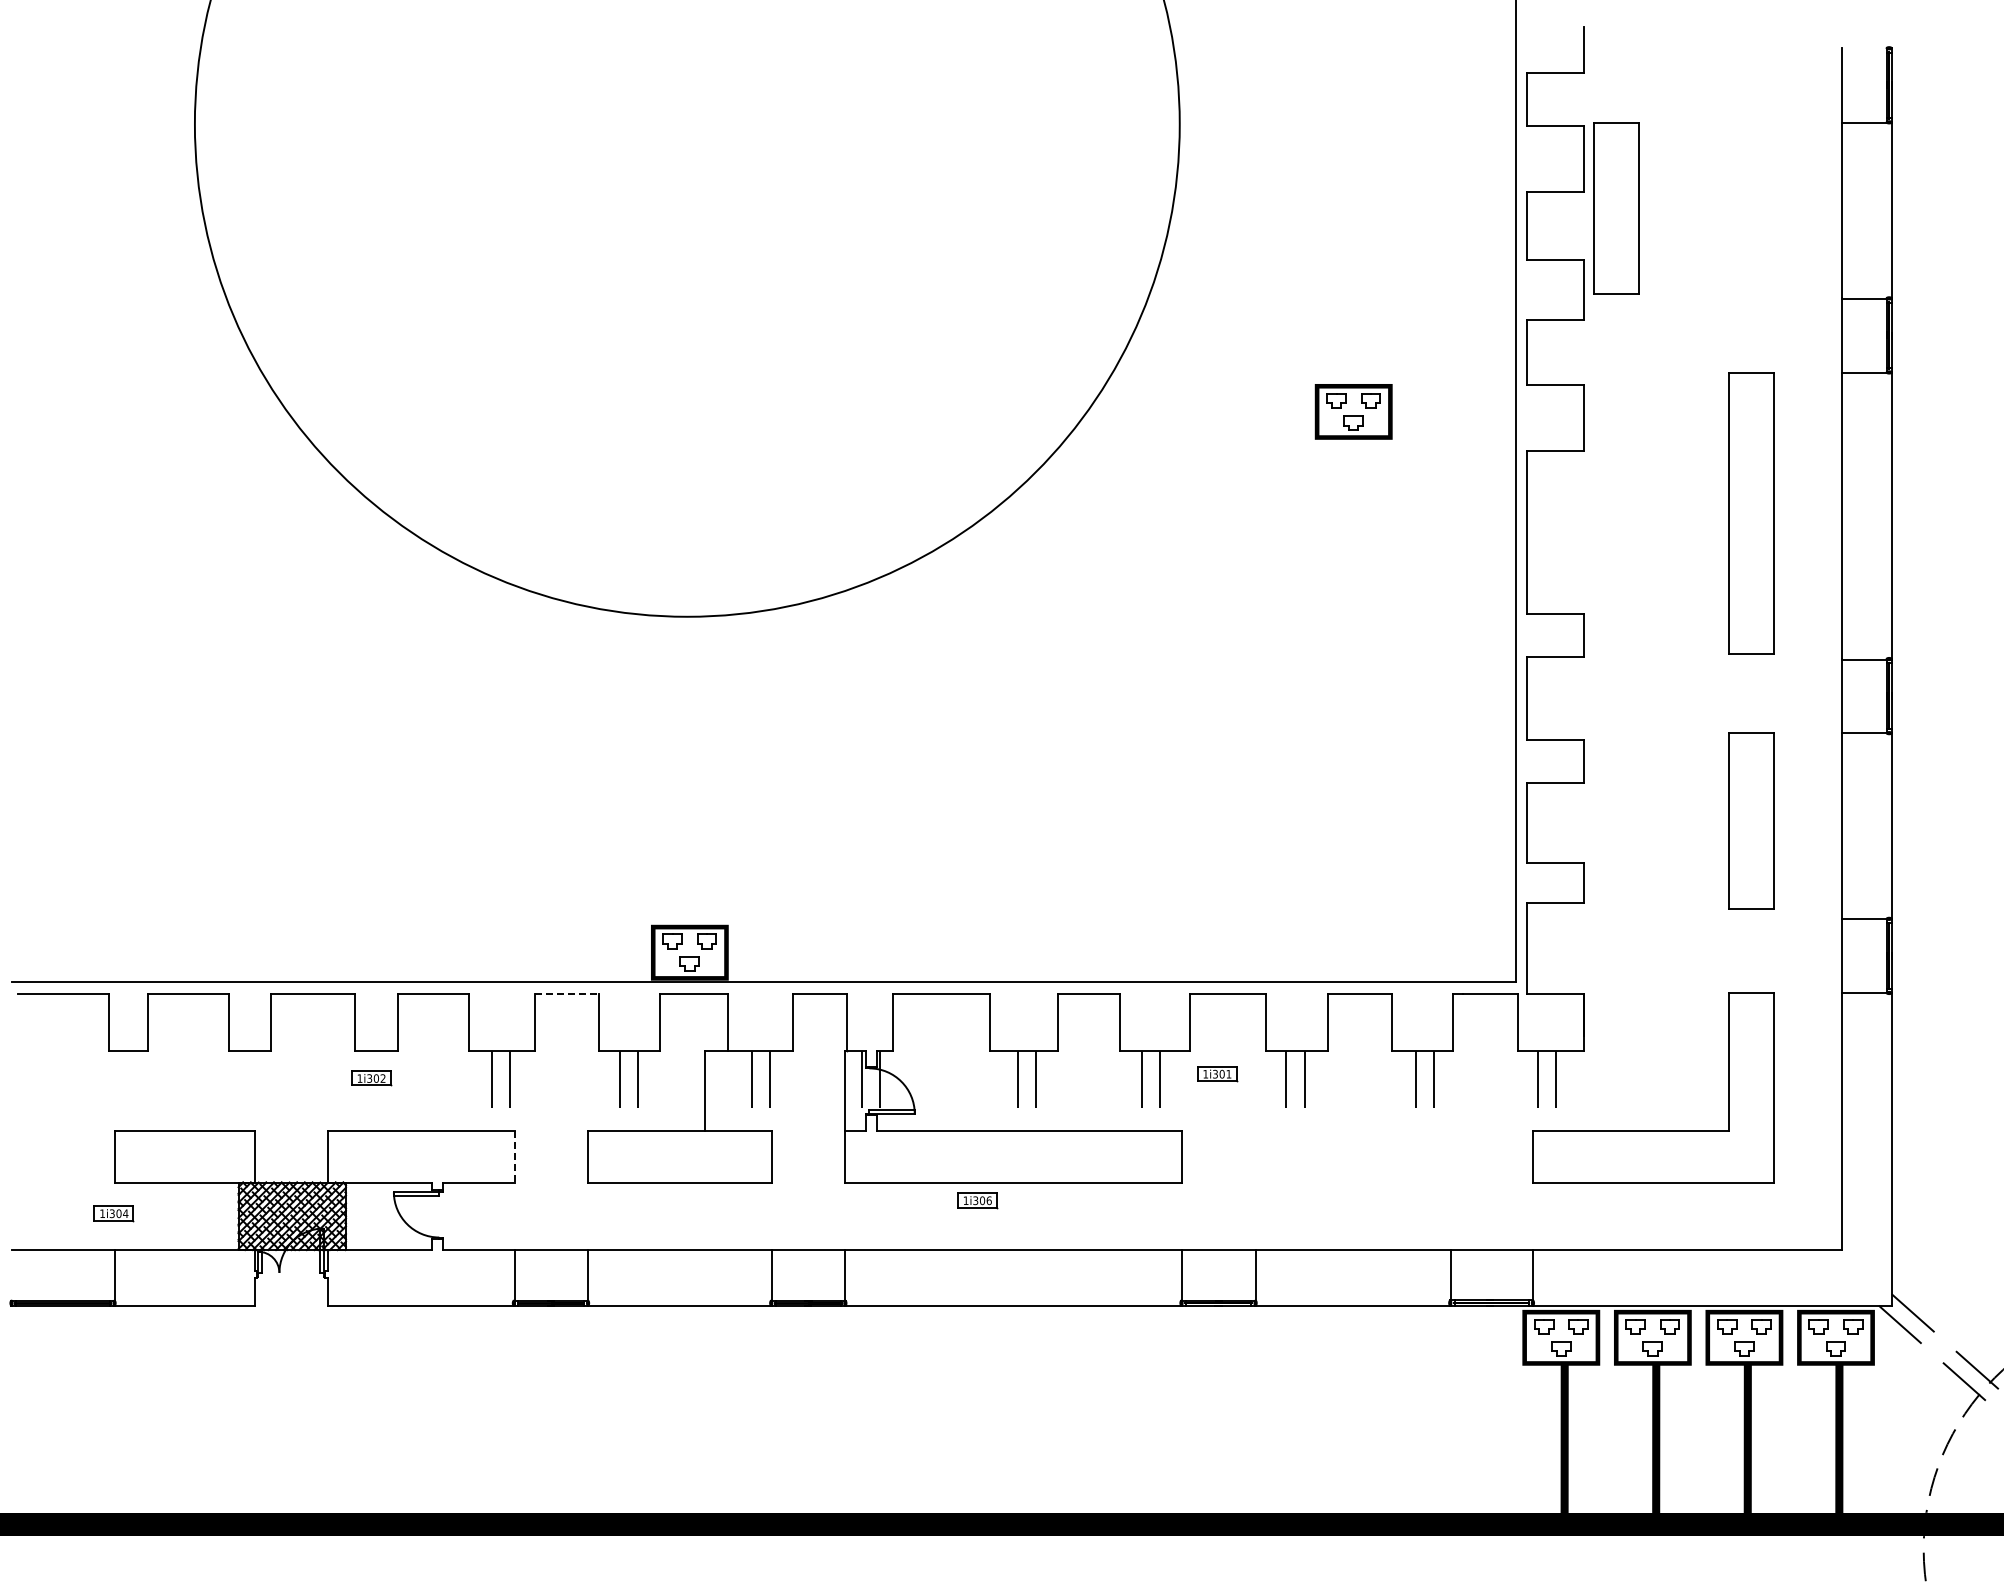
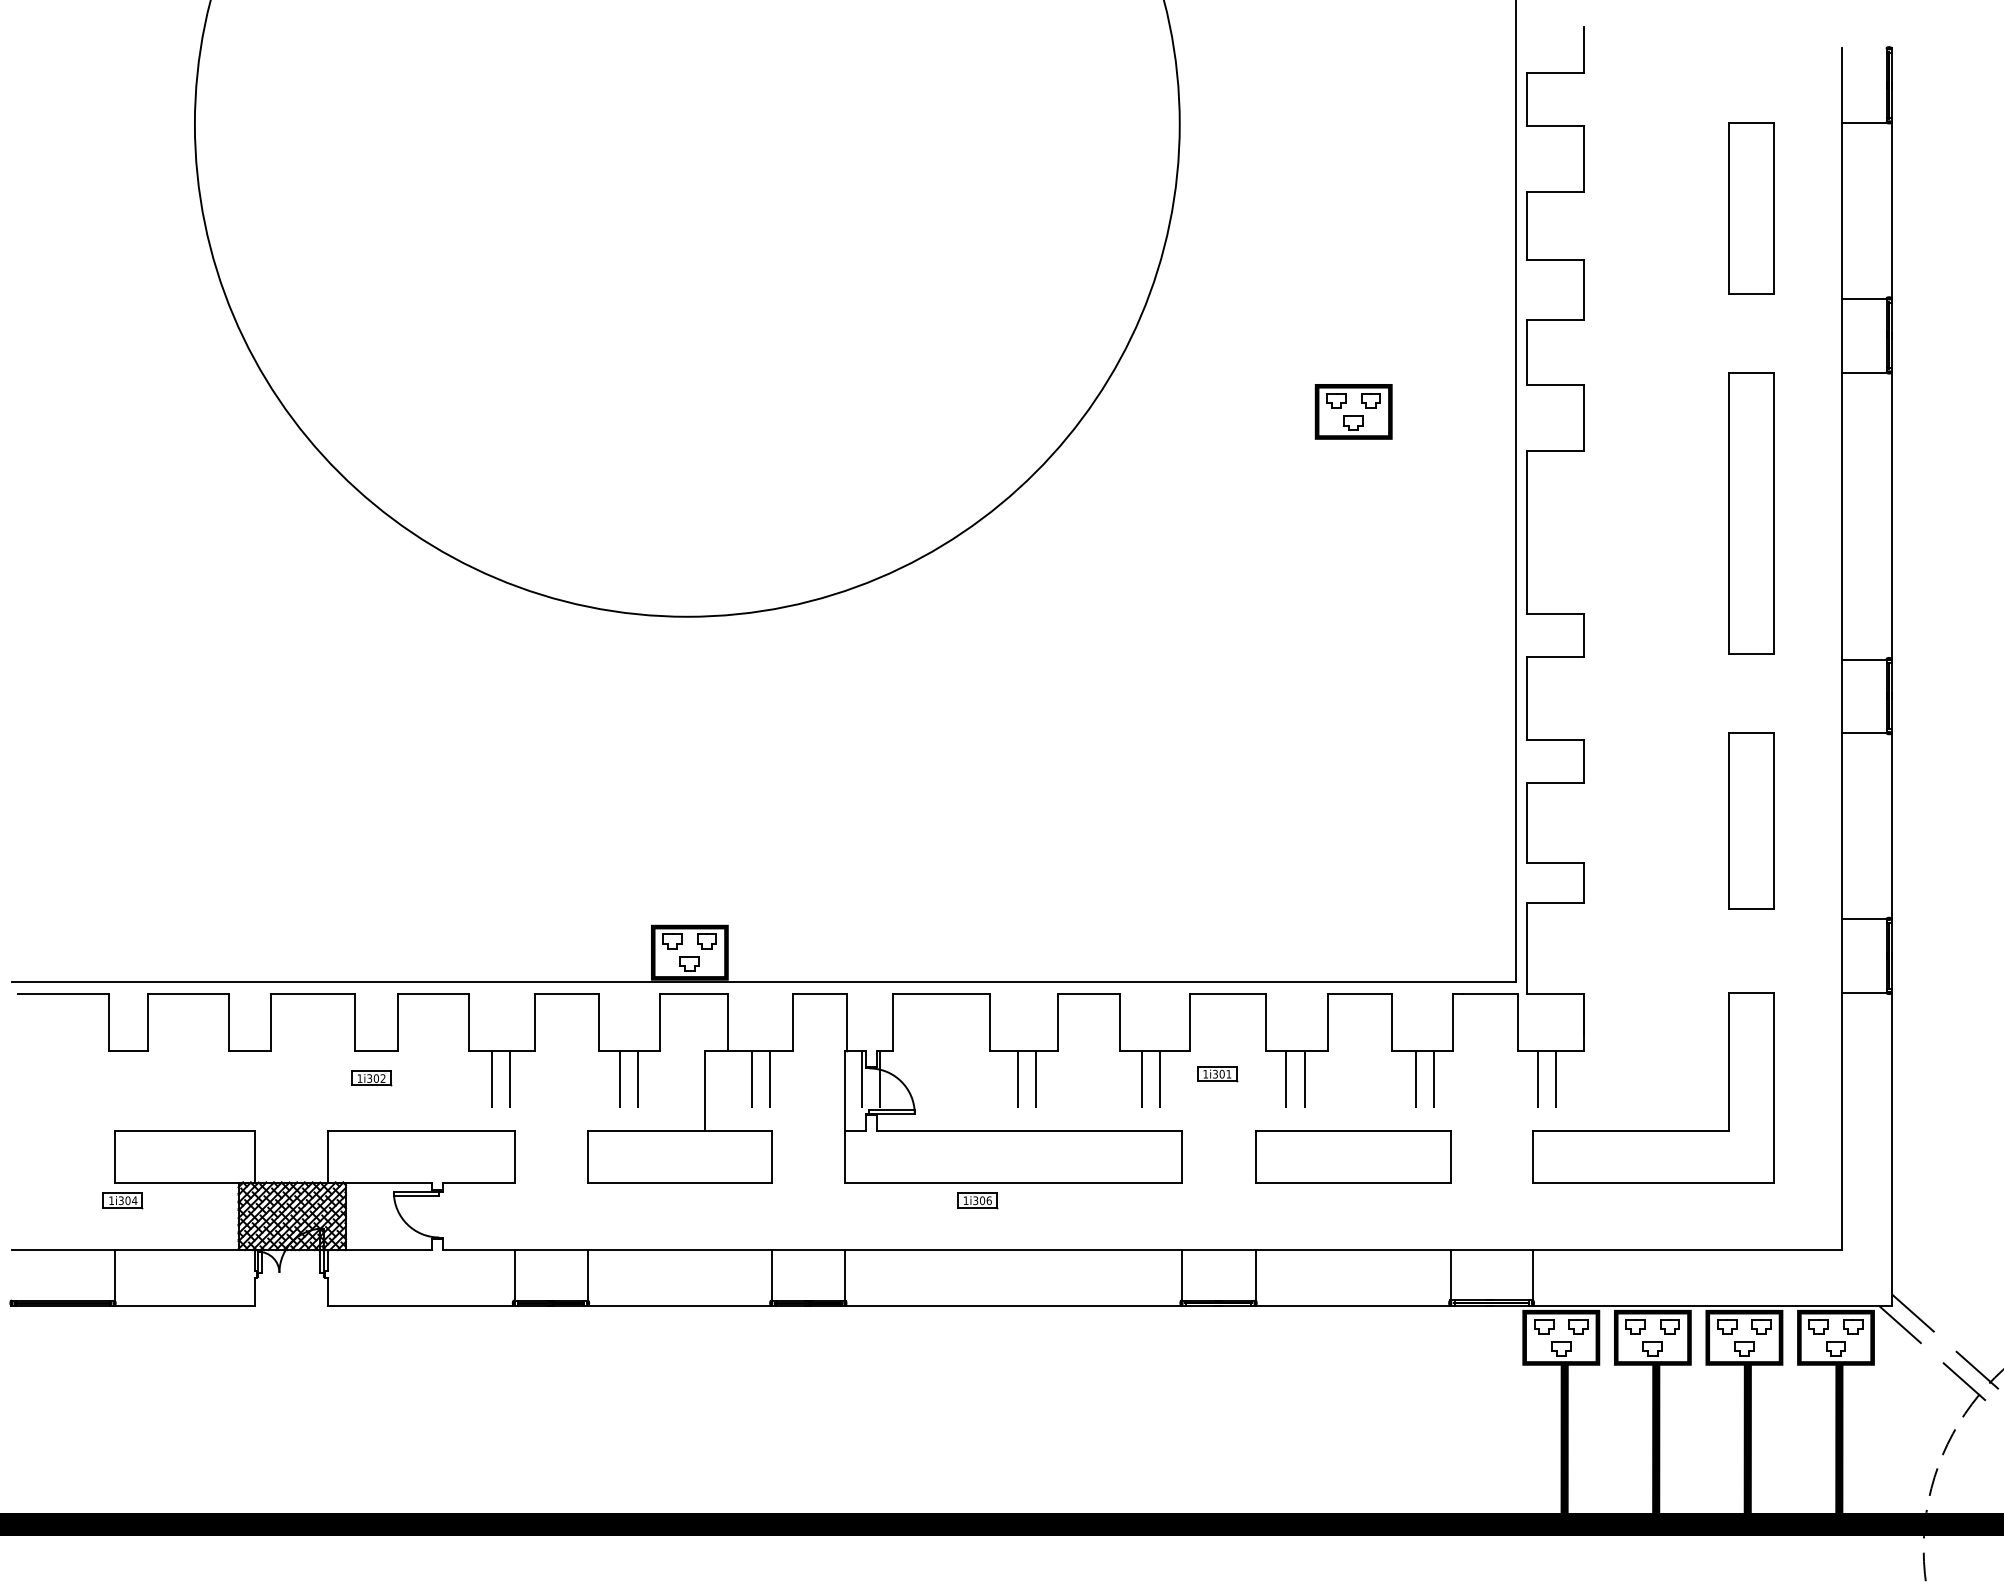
part at (1616, 208) position: (1616, 208) -> (1751, 208)
line at (567, 993): dashed -> solid
line at (514, 1156): dashed -> solid
part at (1353, 1156): none -> present
part at (113, 1213) position: (113, 1213) -> (122, 1200)
